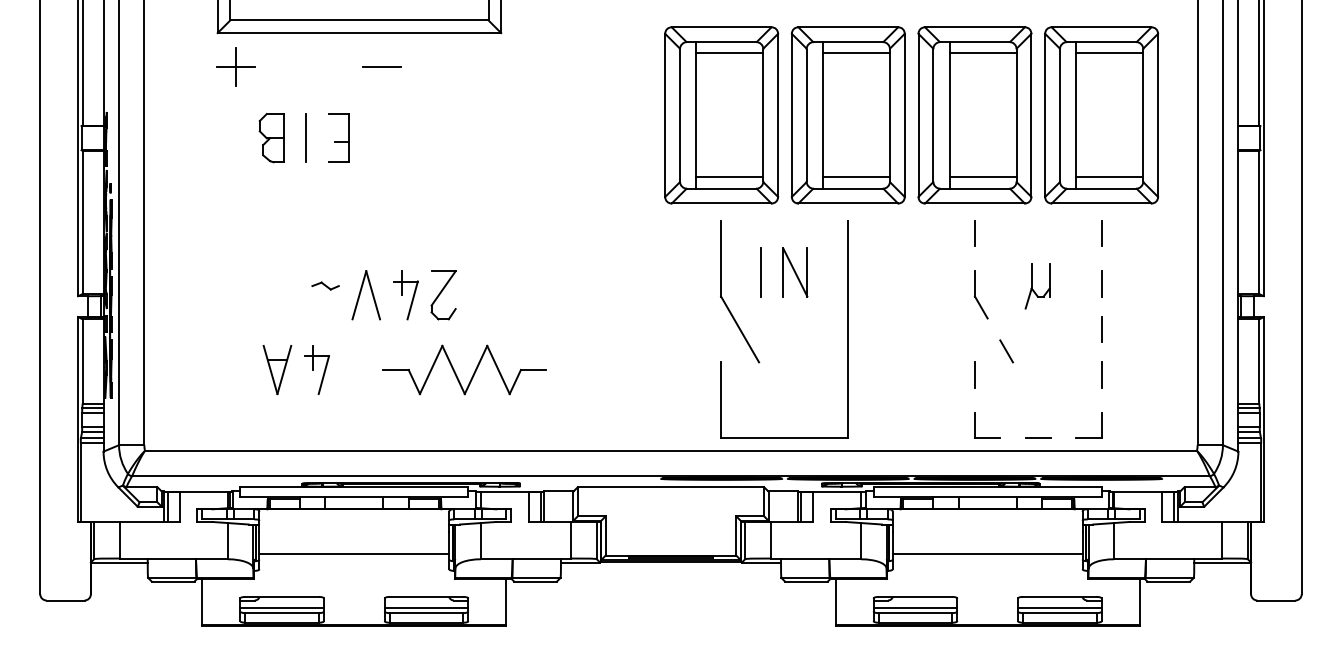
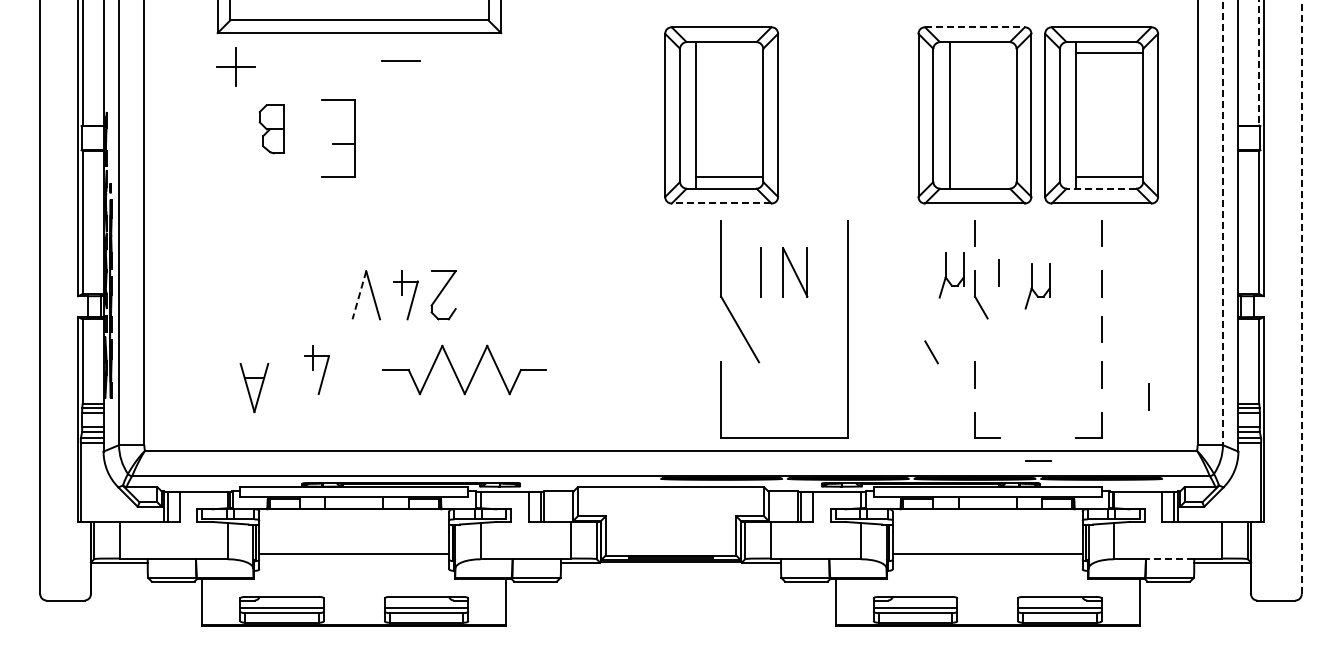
line at (974, 27): solid -> dashed
line at (729, 53): present -> none
line at (982, 53): present -> none
line at (1259, 63): solid -> dashed
line at (381, 66) position: (381, 66) -> (400, 60)
part at (847, 115): present -> none
part at (338, 137) size: 22x50 px -> 35x79 px
part at (271, 138) position: (271, 138) -> (271, 129)
line at (305, 138): present -> none
line at (982, 177): present -> none
line at (1101, 188): solid -> dashed
line at (721, 203): solid -> dashed
line at (1222, 223): solid -> dashed
line at (998, 272): none -> present
part at (951, 275): none -> present
part at (325, 285): present -> none
line at (359, 295): solid -> dashed
line at (1301, 297): solid -> dashed
line at (1006, 351) position: (1006, 351) -> (931, 352)
part at (277, 370) position: (277, 370) -> (254, 388)
line at (1148, 396): none -> present
line at (1038, 437) position: (1038, 437) -> (1038, 460)
line at (1169, 558): solid -> dashed
